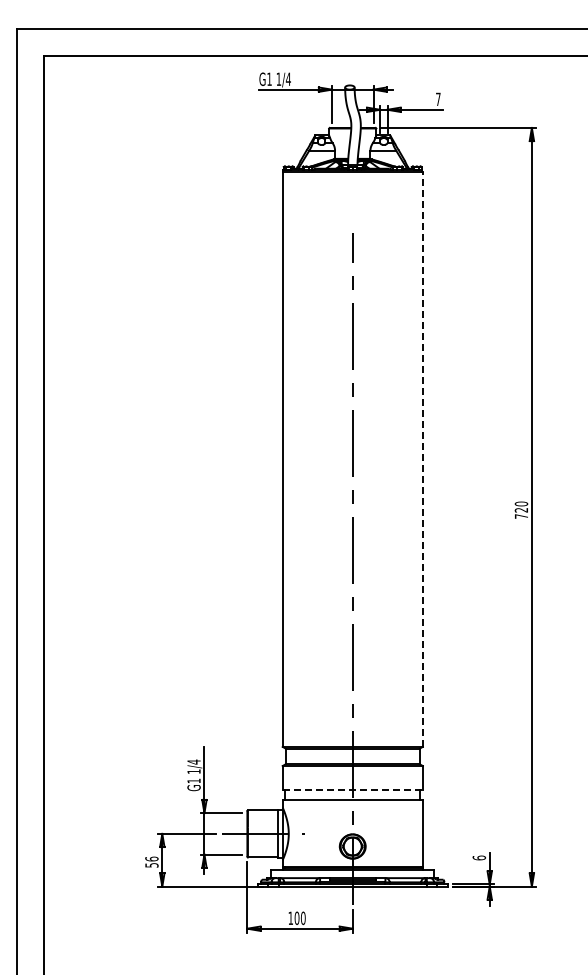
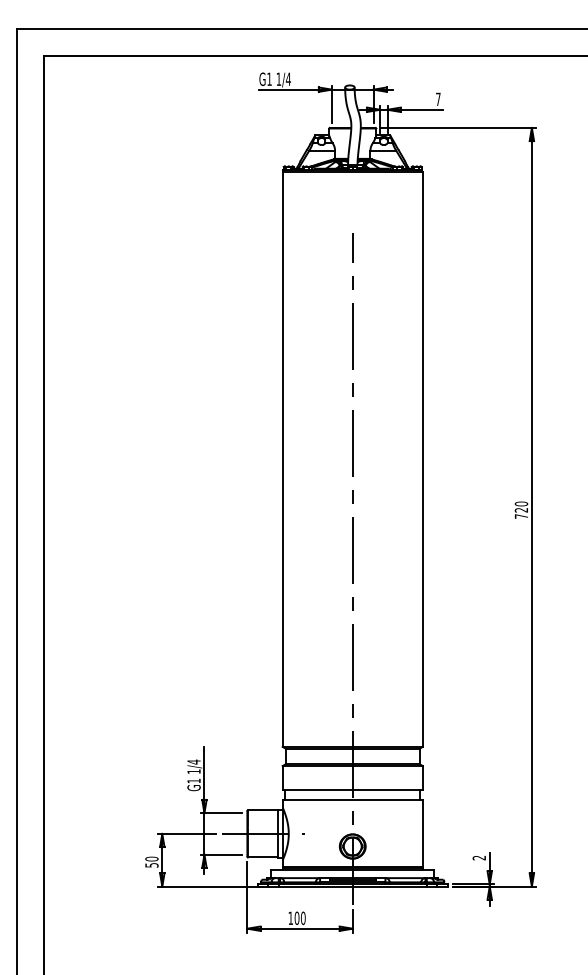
line at (422, 459): dashed -> solid
line at (353, 789): dashed -> solid
text at (479, 857): 6 -> 2
text at (151, 858): 56 -> 50
